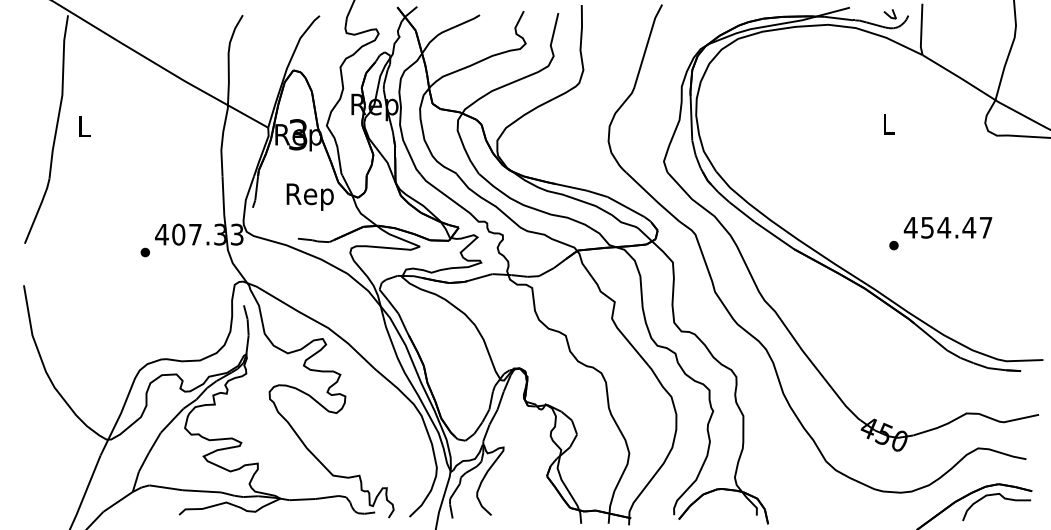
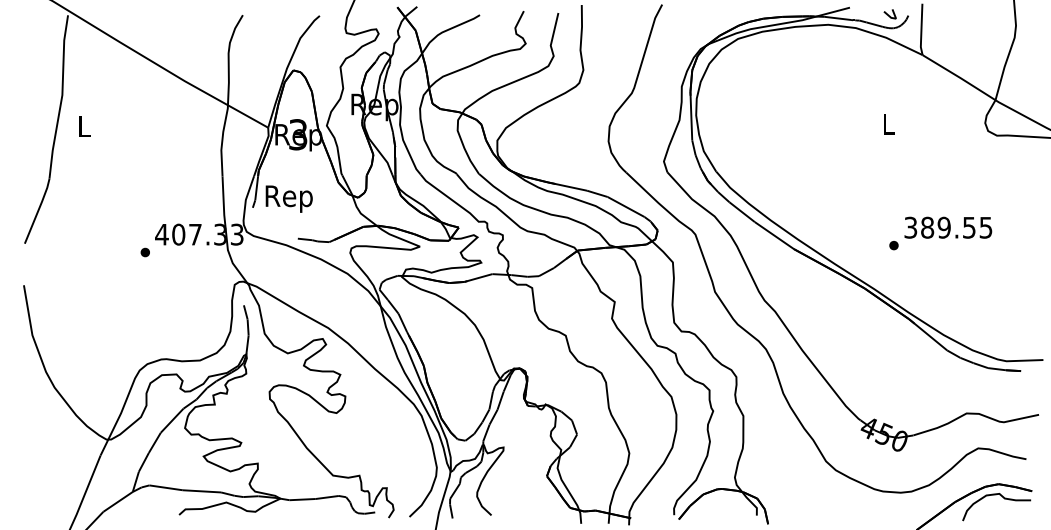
text at (309, 196) position: (309, 196) -> (288, 198)
text at (947, 227): 454.47 -> 389.55
